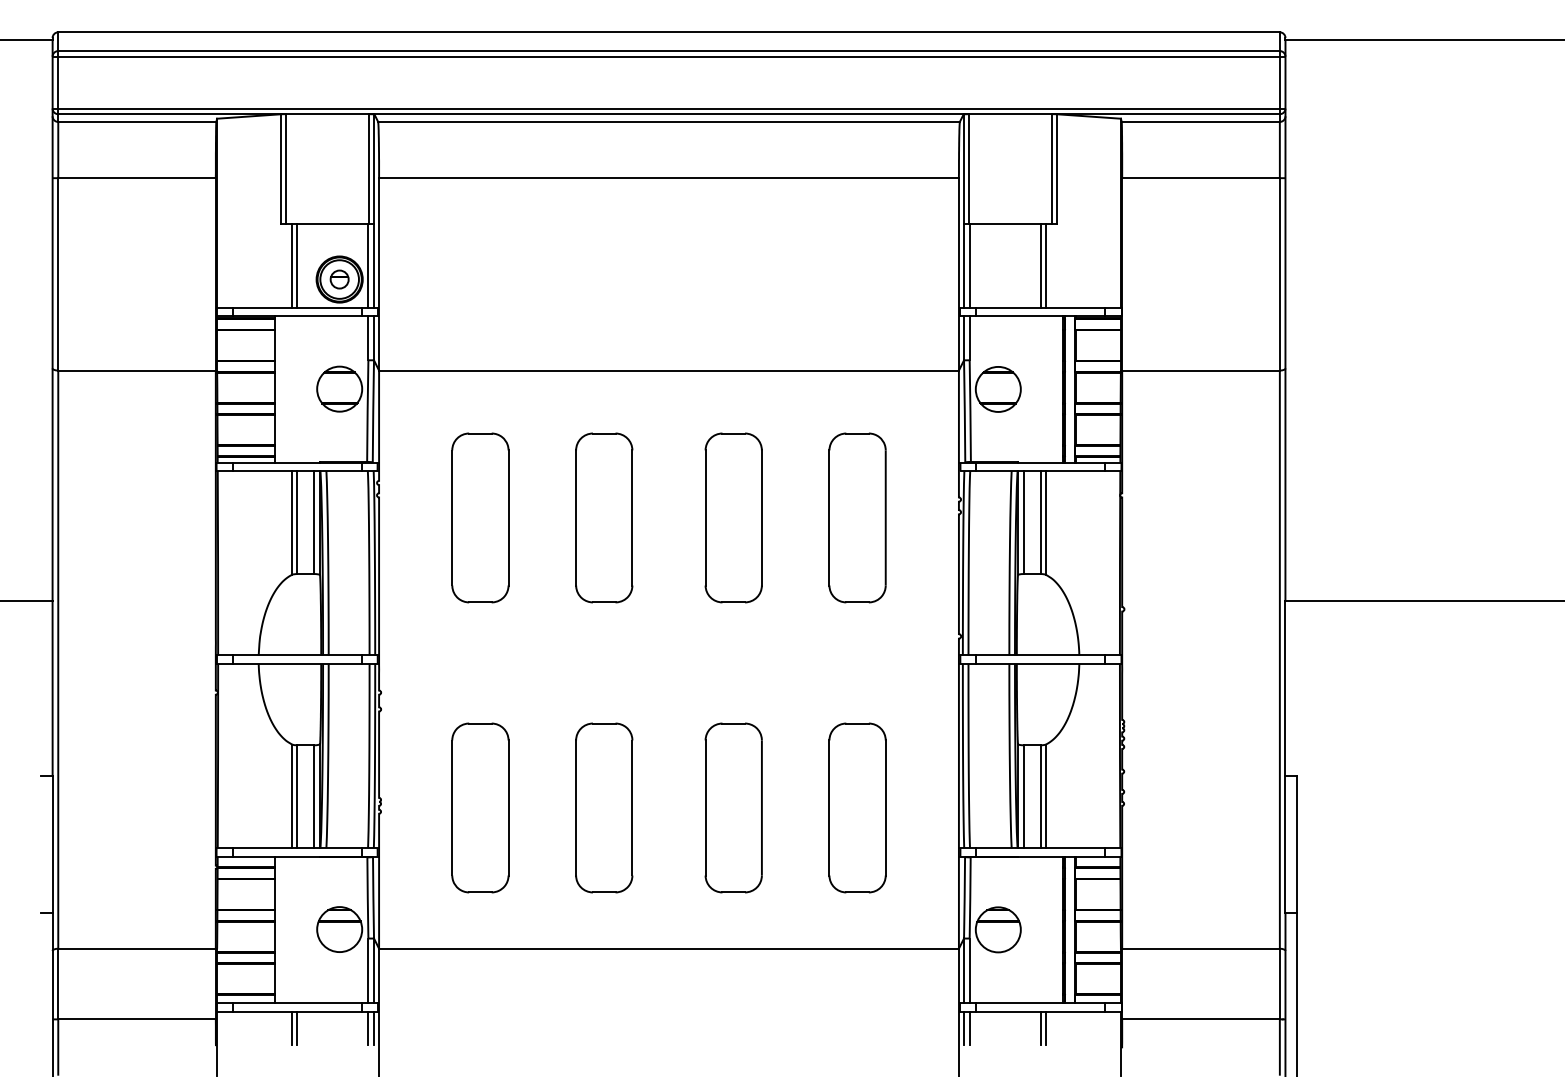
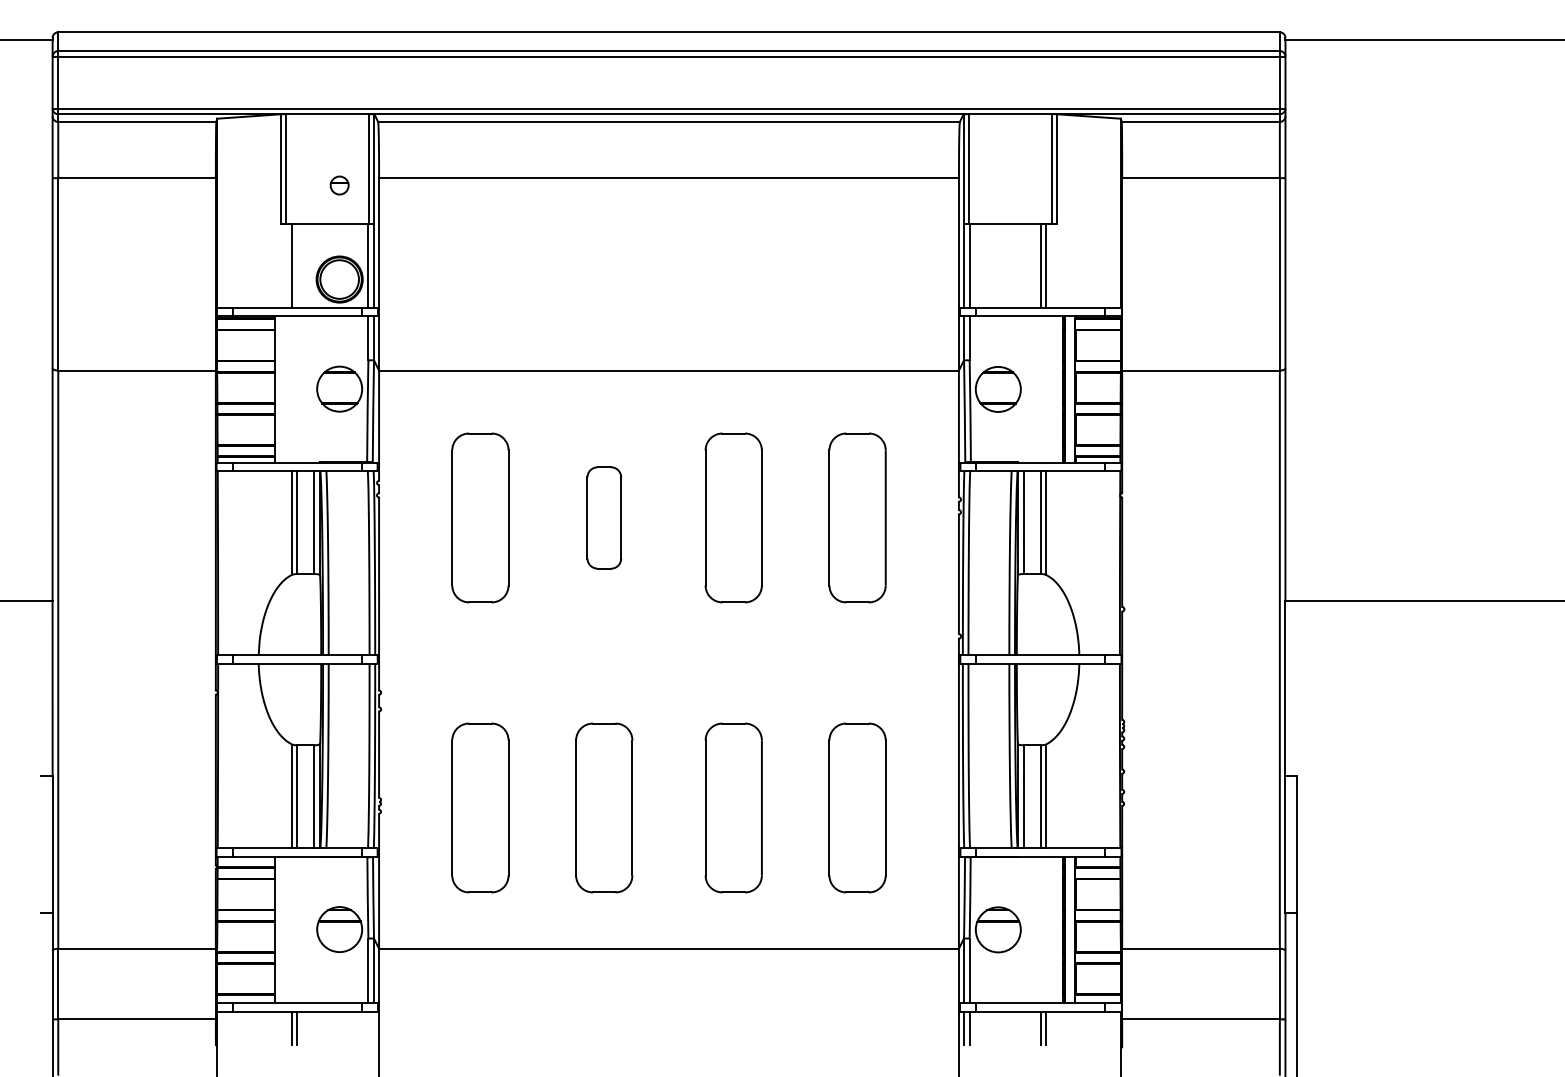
line at (297, 265): present -> none
part at (339, 279) position: (339, 279) -> (339, 185)
part at (604, 517) size: 59x172 px -> 37x104 px
line at (368, 1027): present -> none
line at (374, 1027): present -> none
